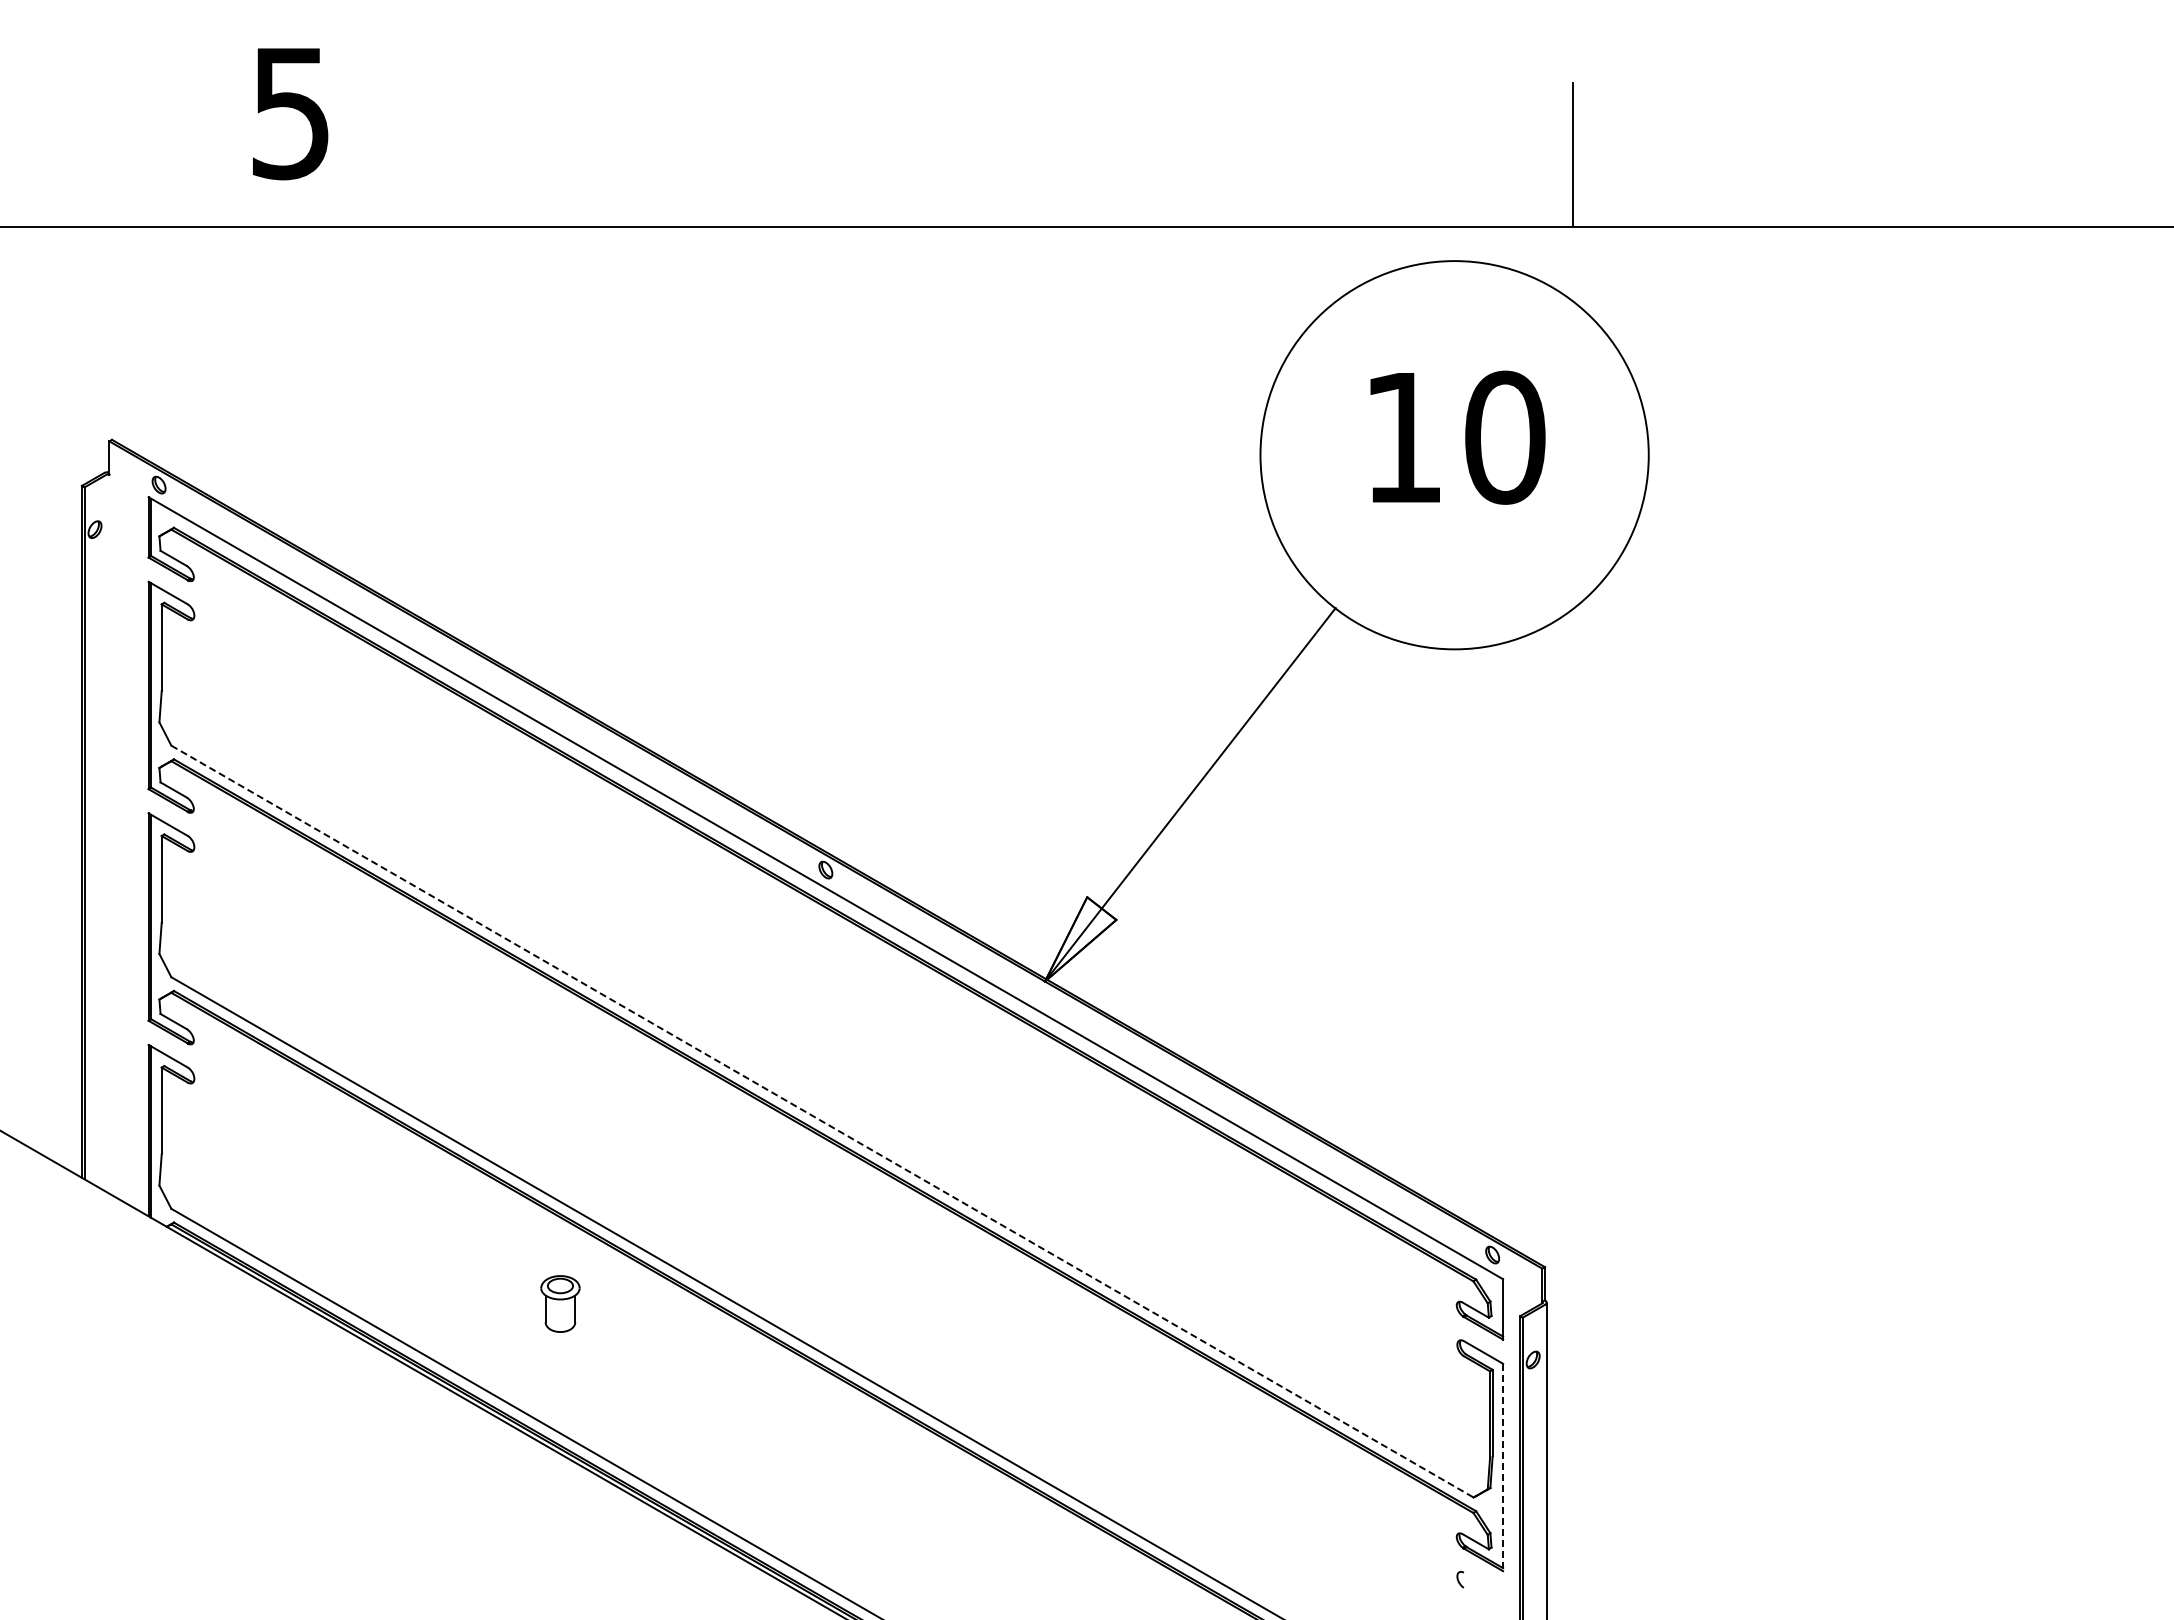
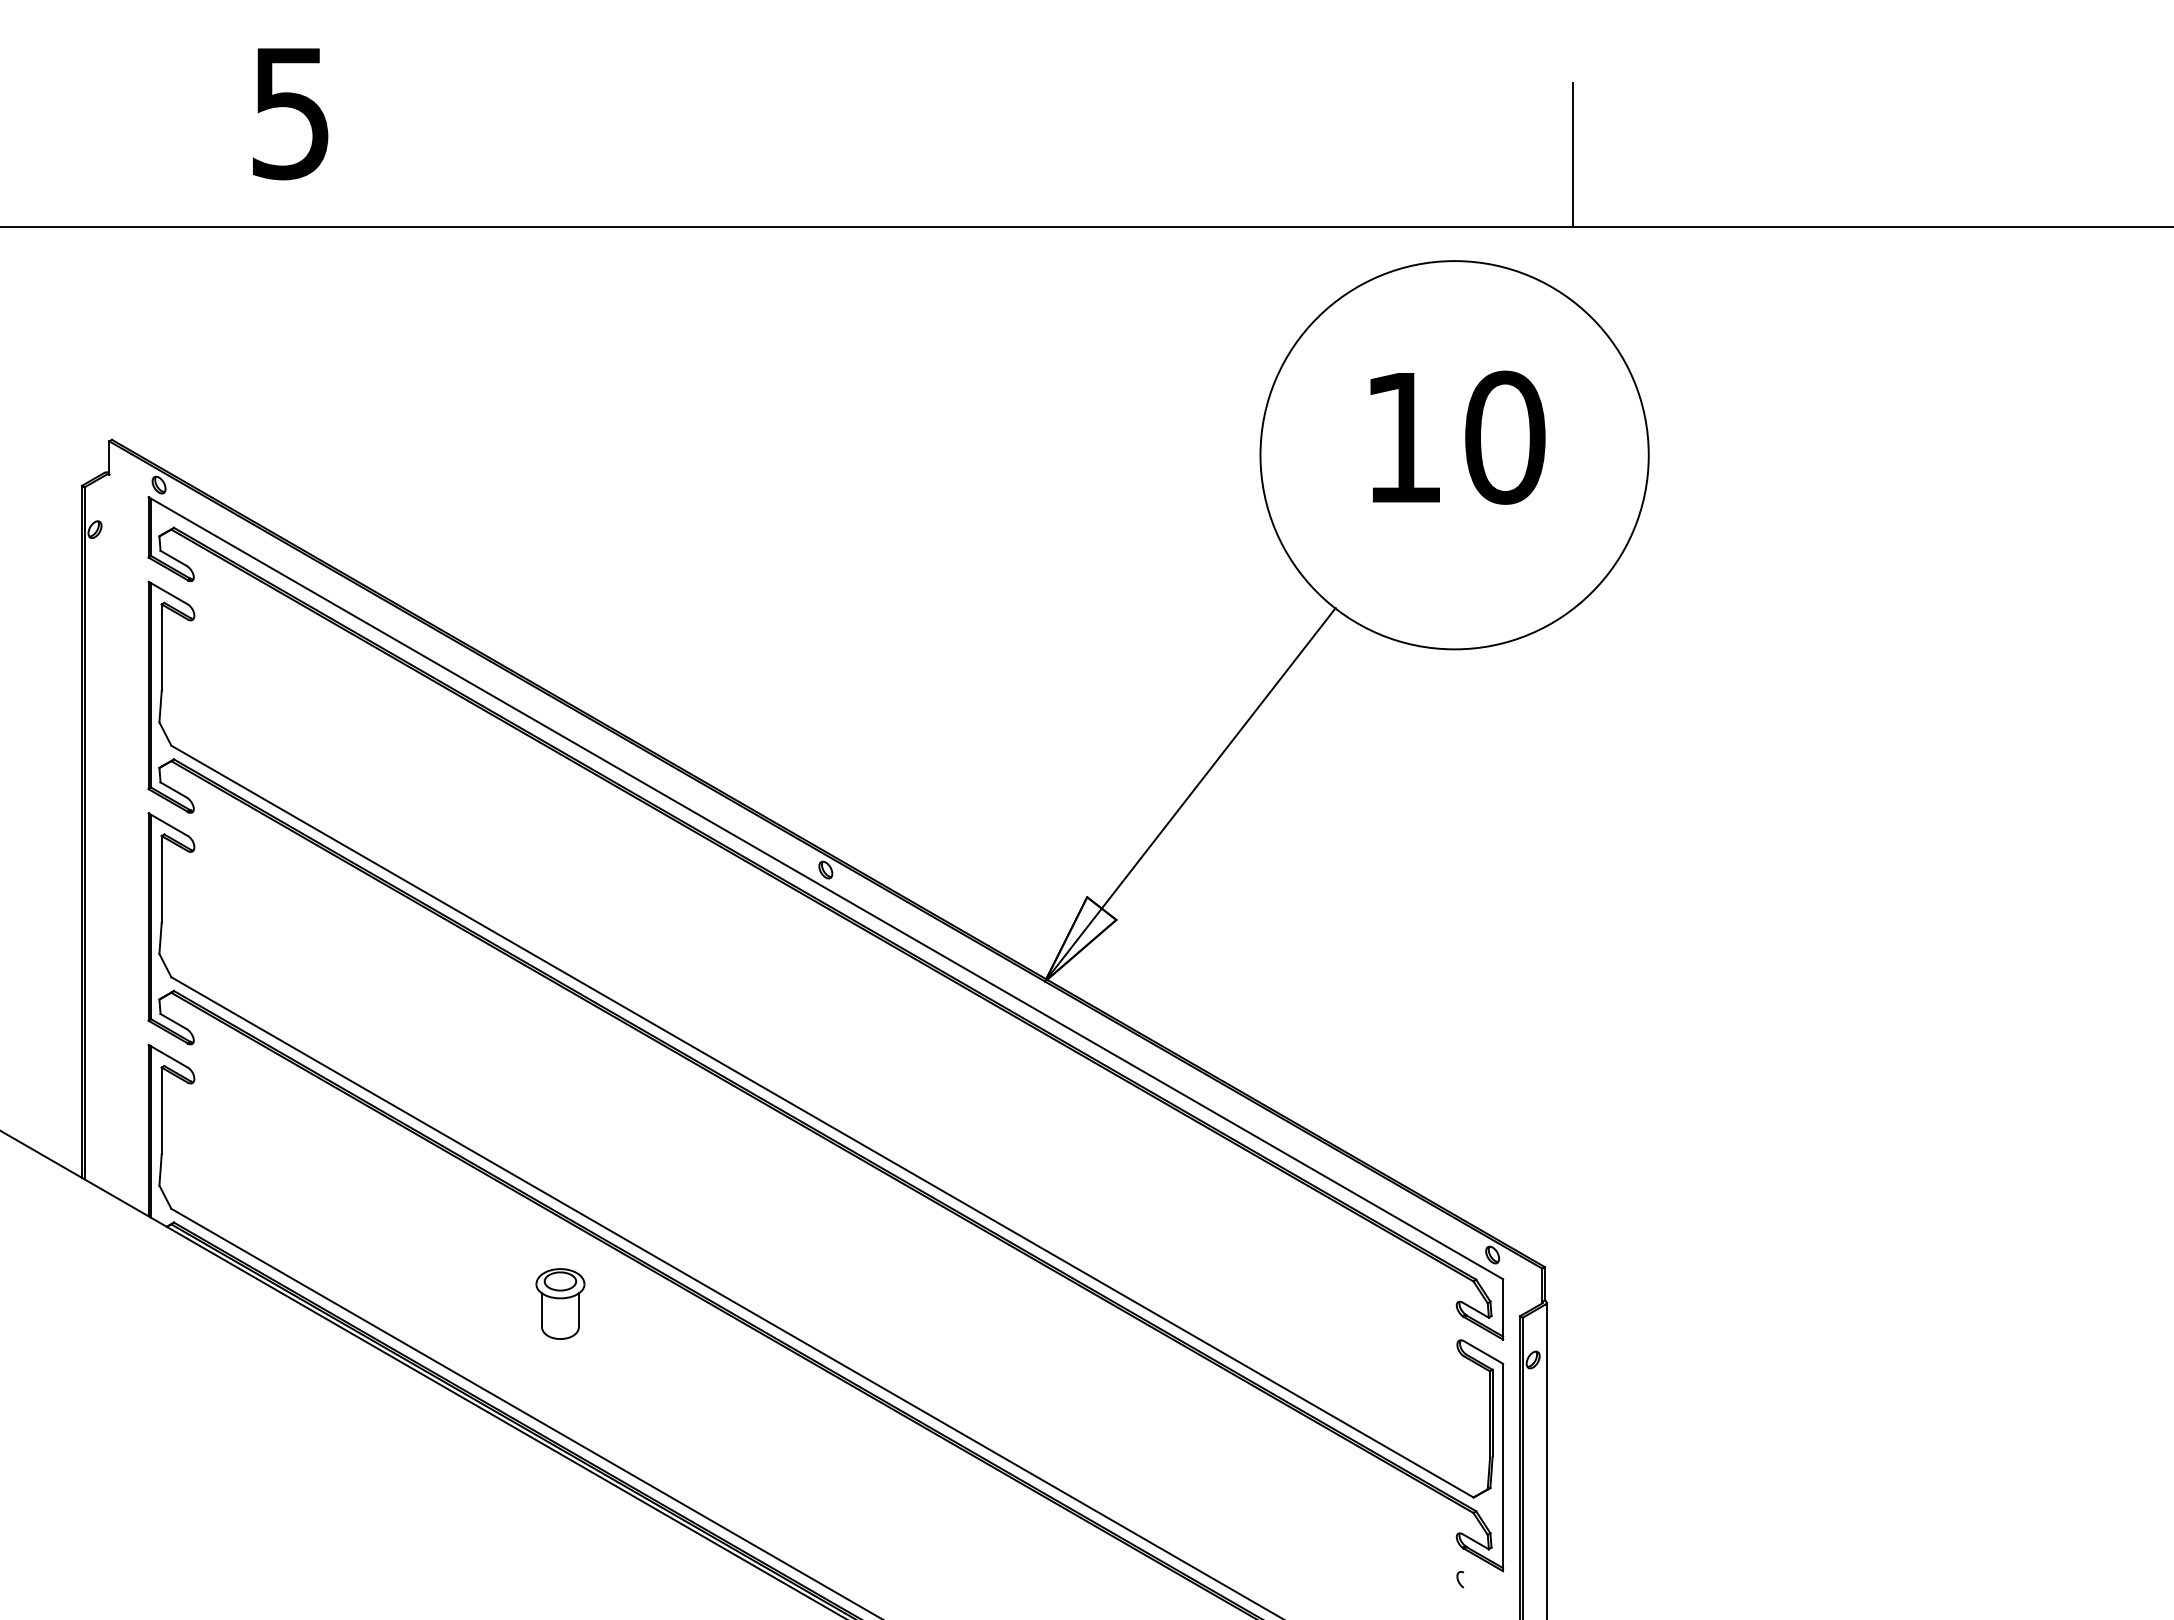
line at (822, 1121): dashed -> solid
part at (560, 1303) size: 41x58 px -> 51x72 px
line at (1503, 1467): dashed -> solid
